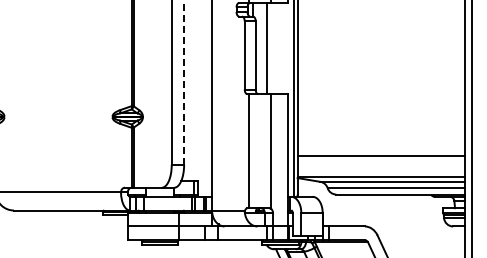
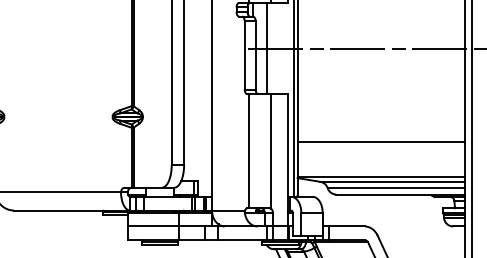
line at (365, 48): none -> present
line at (184, 82): dashed -> solid
line at (380, 155) position: (380, 155) -> (380, 141)
